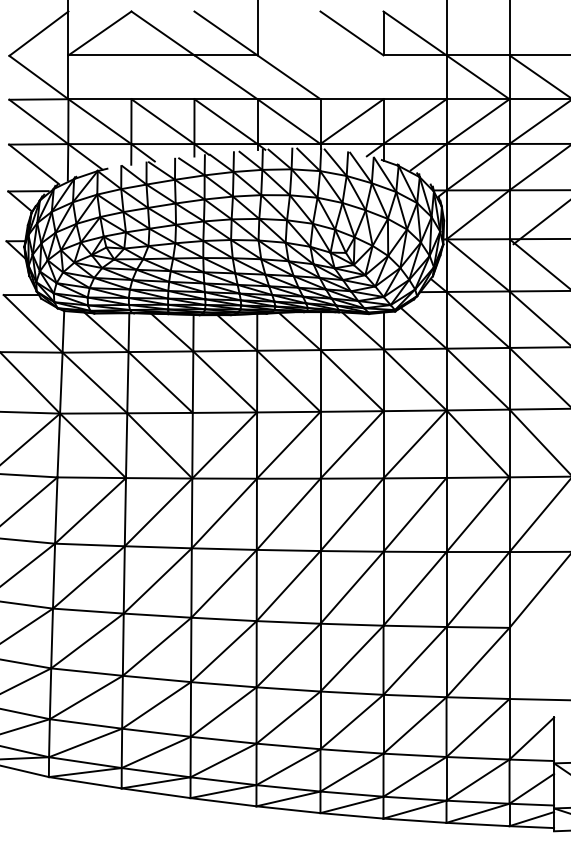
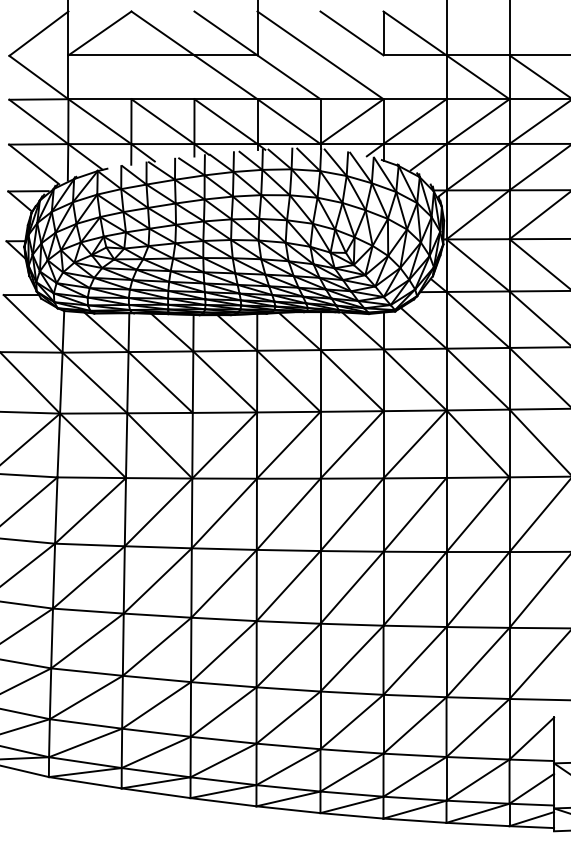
line at (320, 55): none -> present
line at (540, 223) position: (540, 223) -> (538, 216)
line at (538, 627): none -> present
line at (538, 665): none -> present
